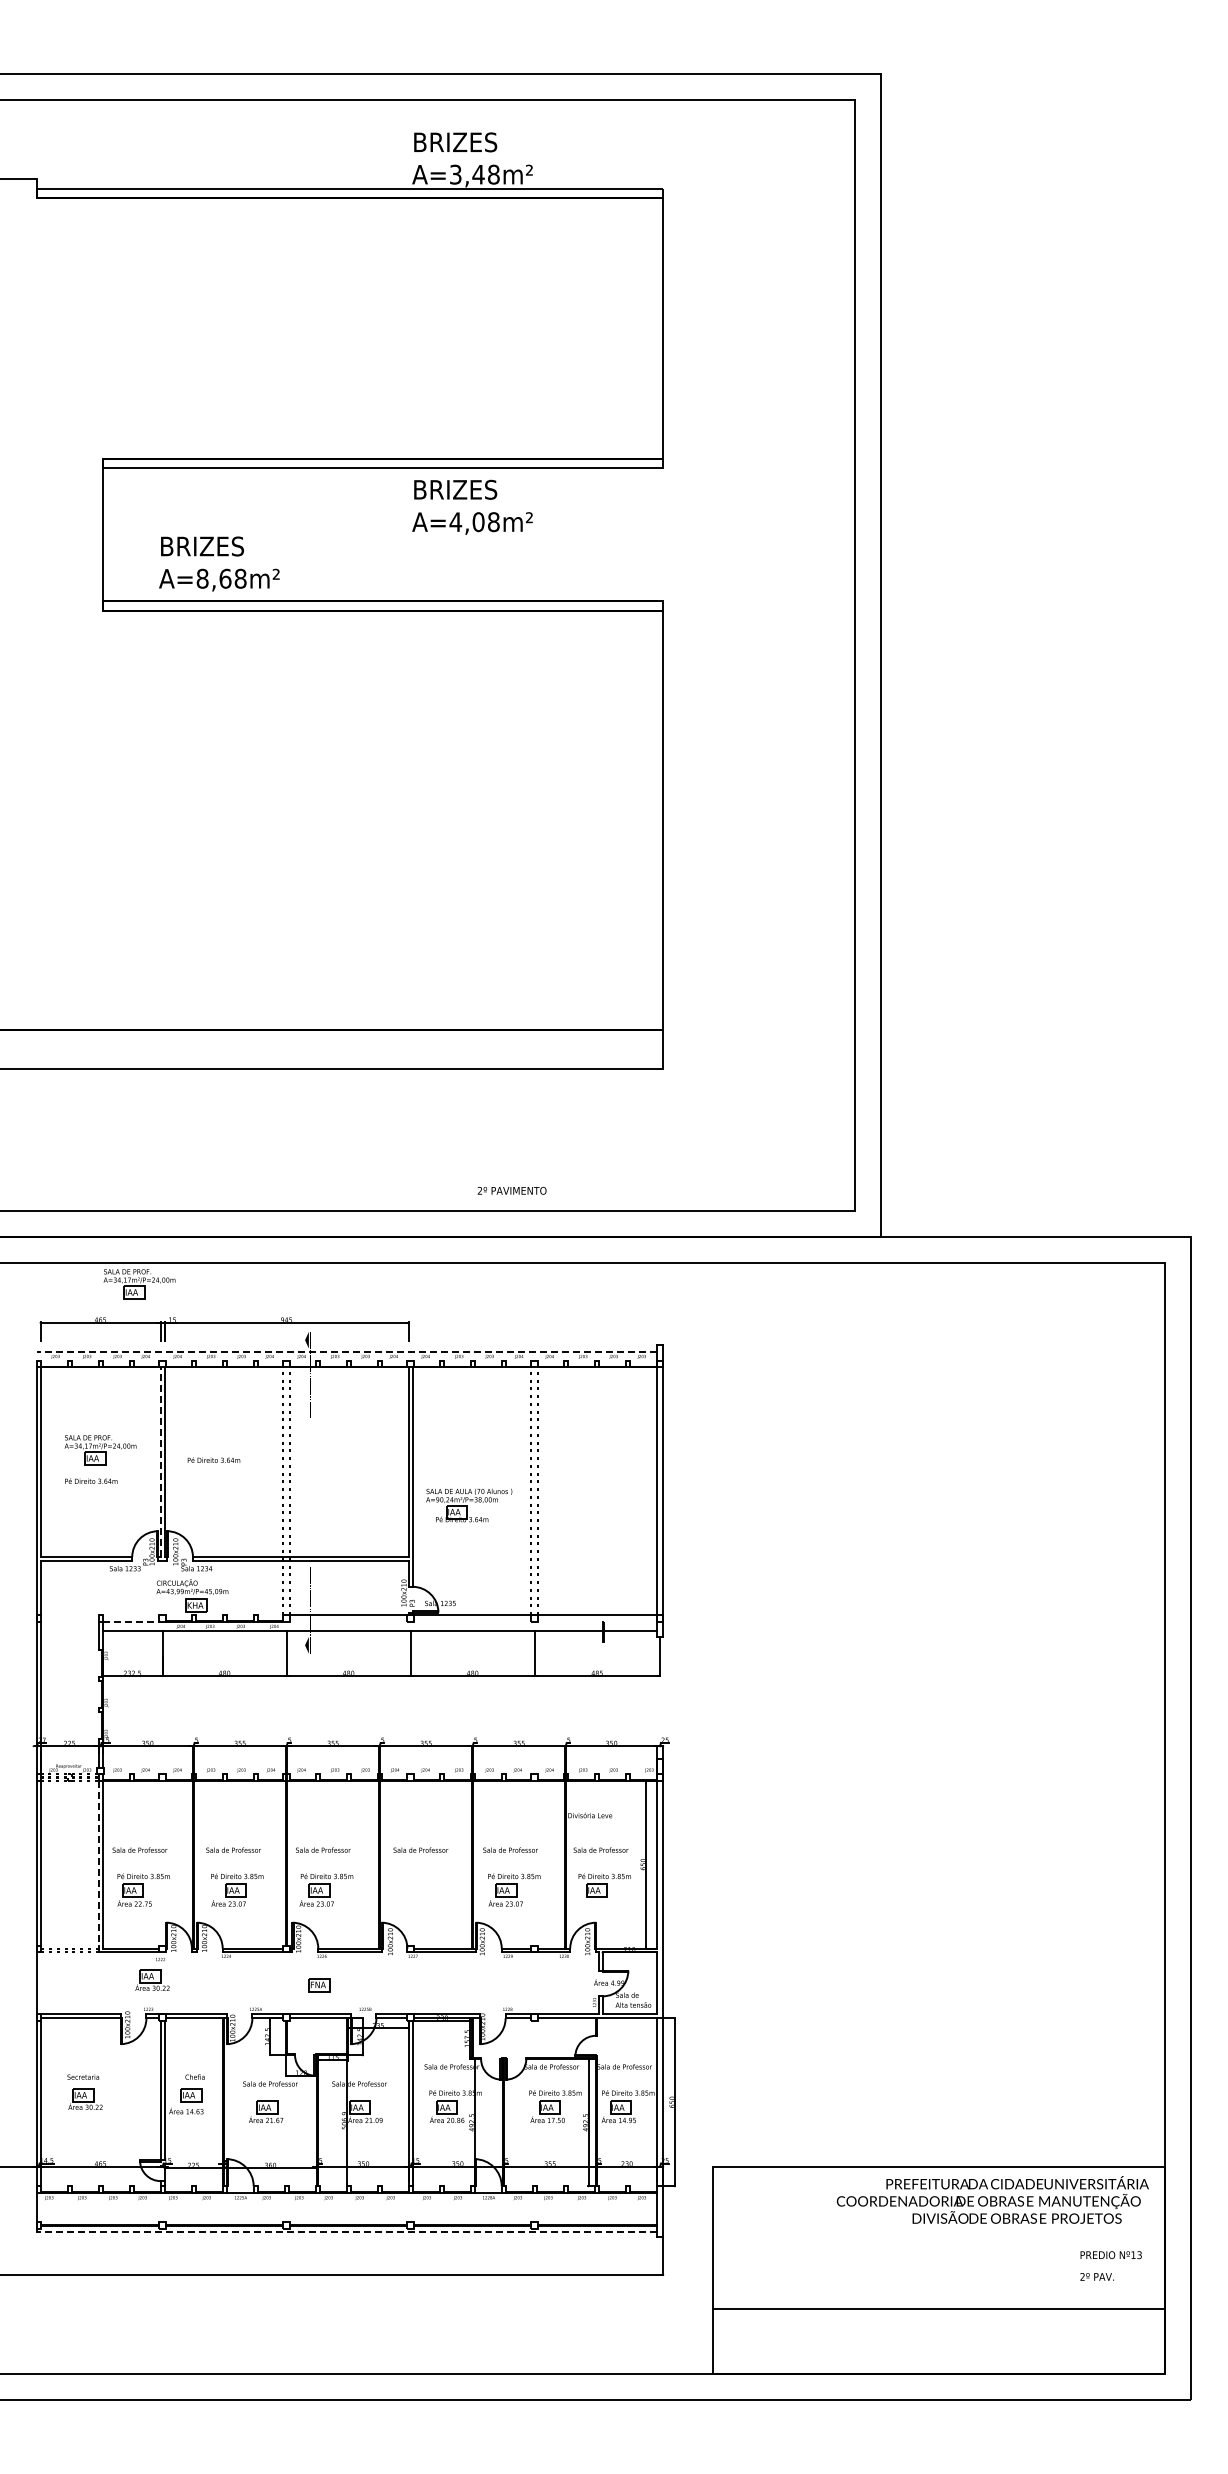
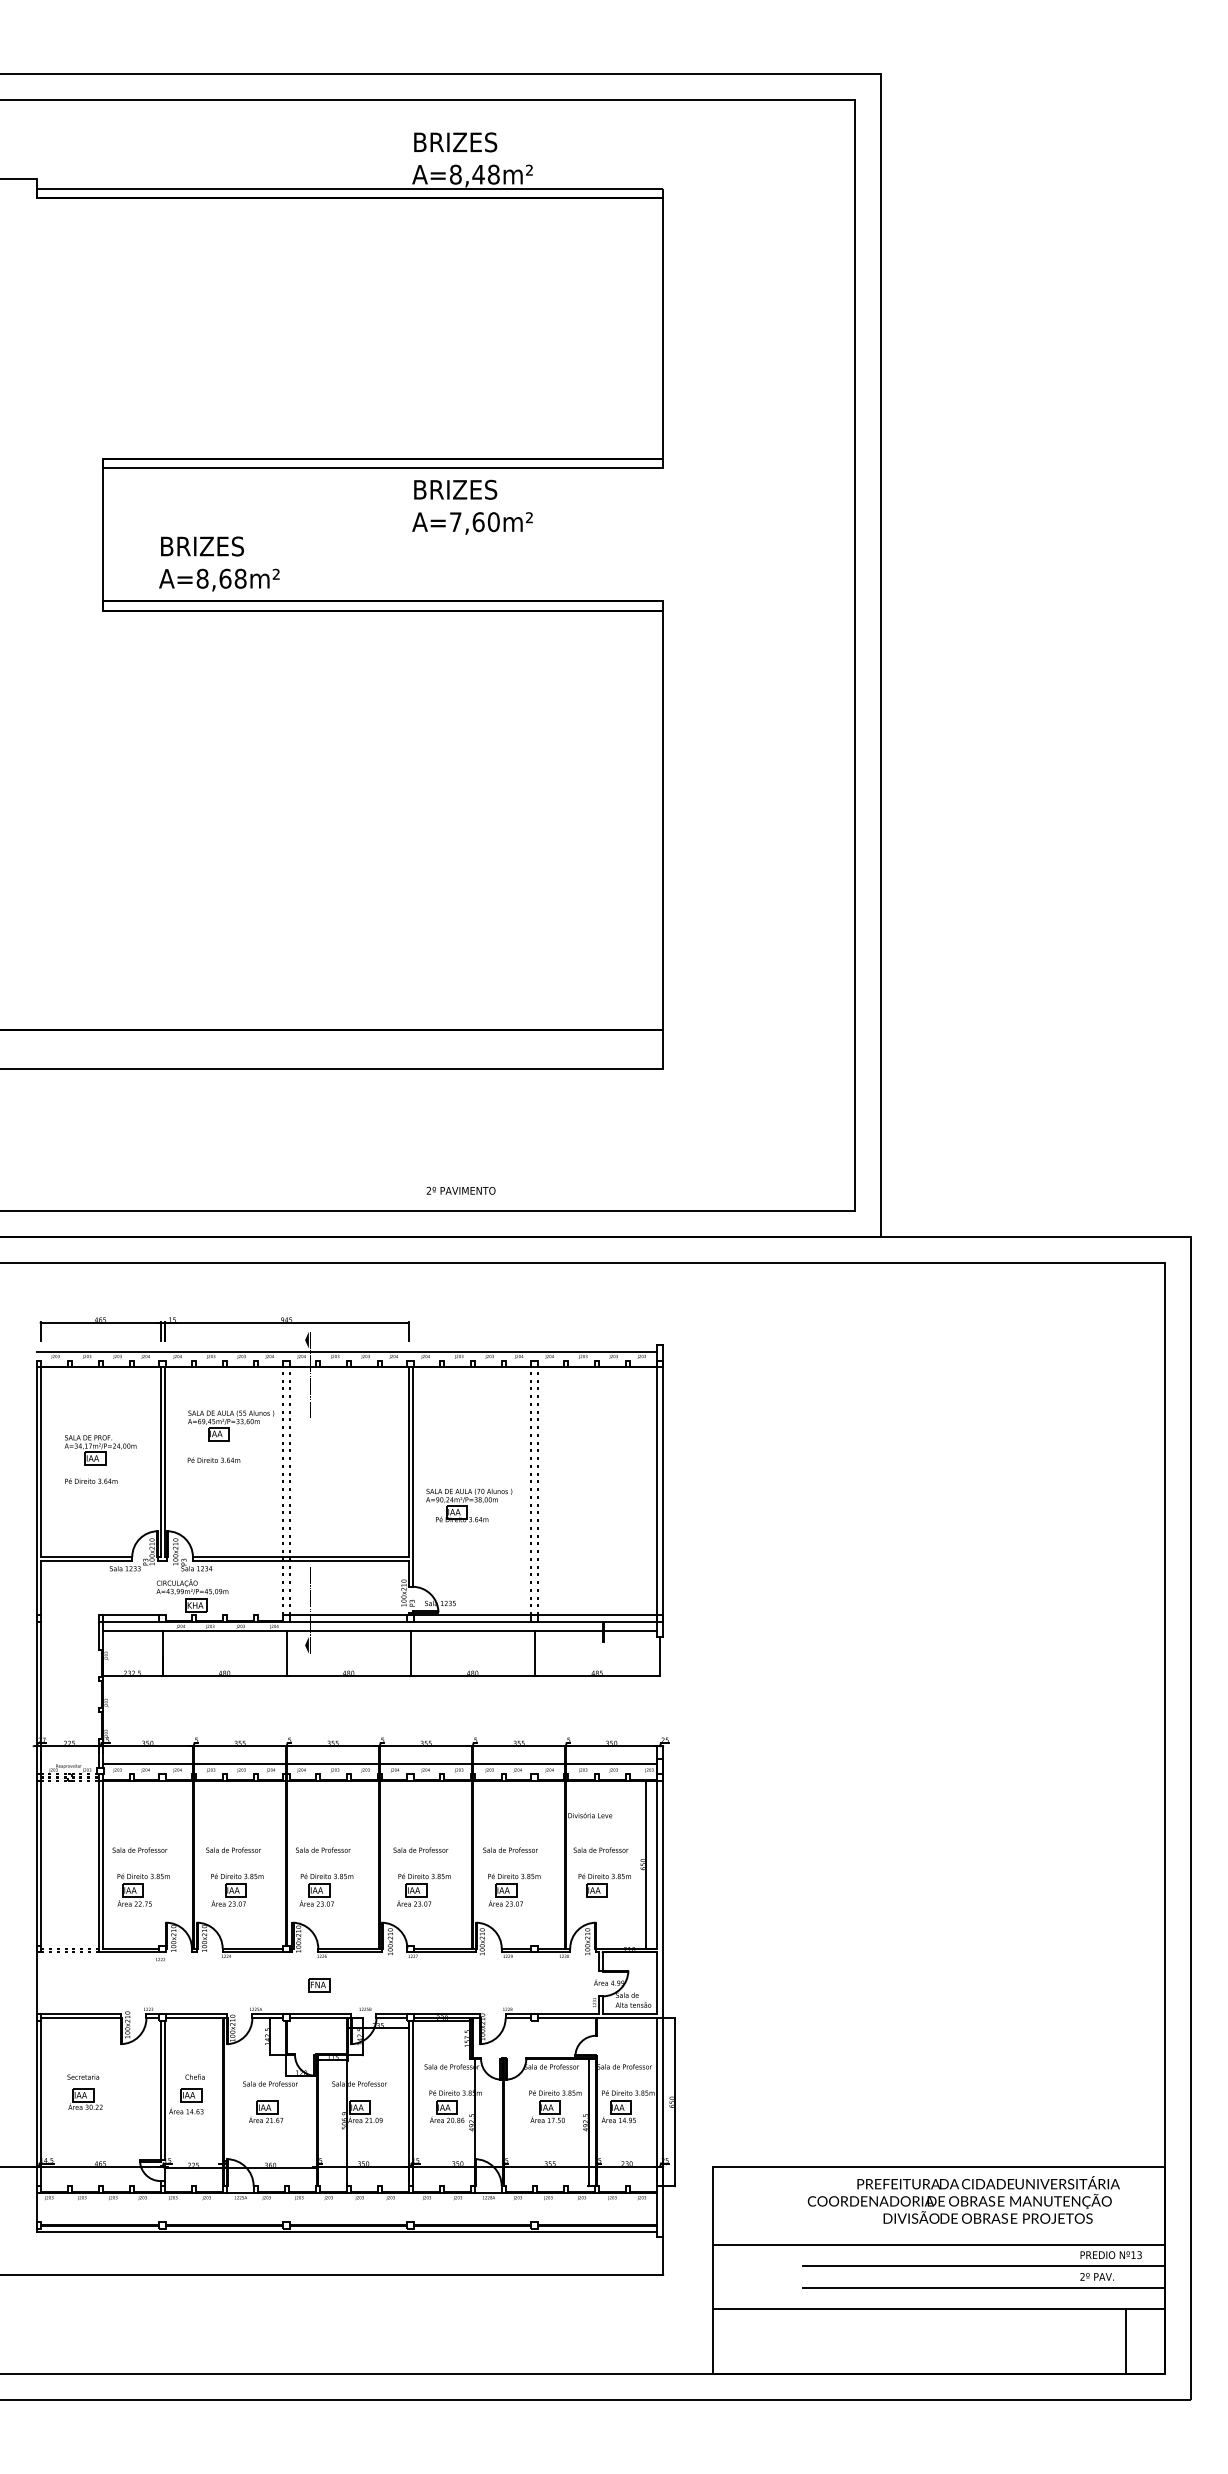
text at (455, 174): A=3,48m² -> A=8,48m²
text at (474, 521): A=4,08m² -> A=7,60m²
text at (511, 1190) position: (511, 1190) -> (460, 1190)
part at (139, 1284): present -> none
line at (346, 1351): dashed -> solid
part at (231, 1425): none -> present
line at (160, 1462): dashed -> solid
line at (130, 1615): none -> present
line at (131, 1621): dashed -> solid
line at (472, 1621): none -> present
line at (379, 1763): none -> present
line at (98, 1863): dashed -> solid
part at (423, 1889): none -> present
part at (152, 1979): present -> none
text at (992, 2199) position: (992, 2199) -> (963, 2199)
line at (347, 2231): dashed -> solid
line at (938, 2244): none -> present
line at (984, 2266): none -> present
line at (984, 2287): none -> present
line at (1126, 2341): none -> present
